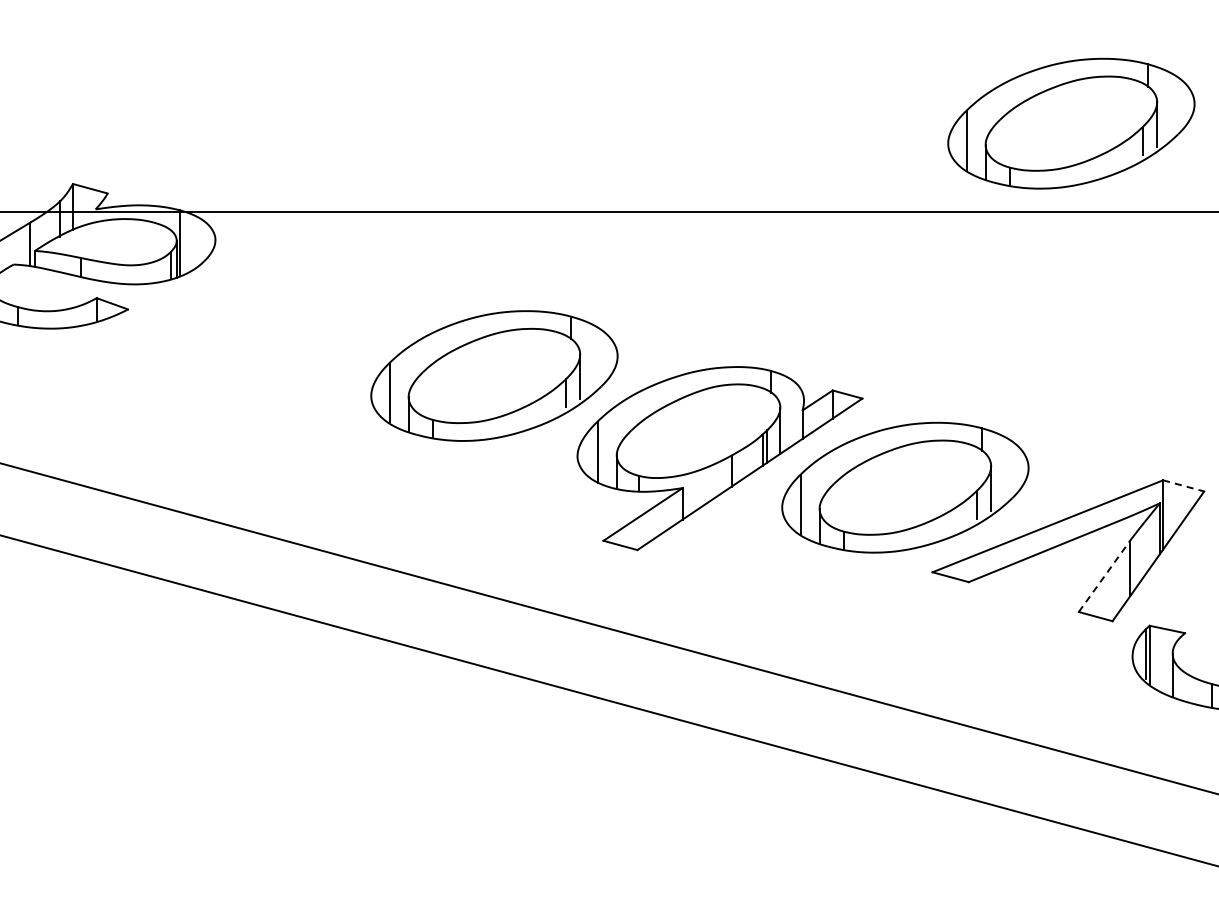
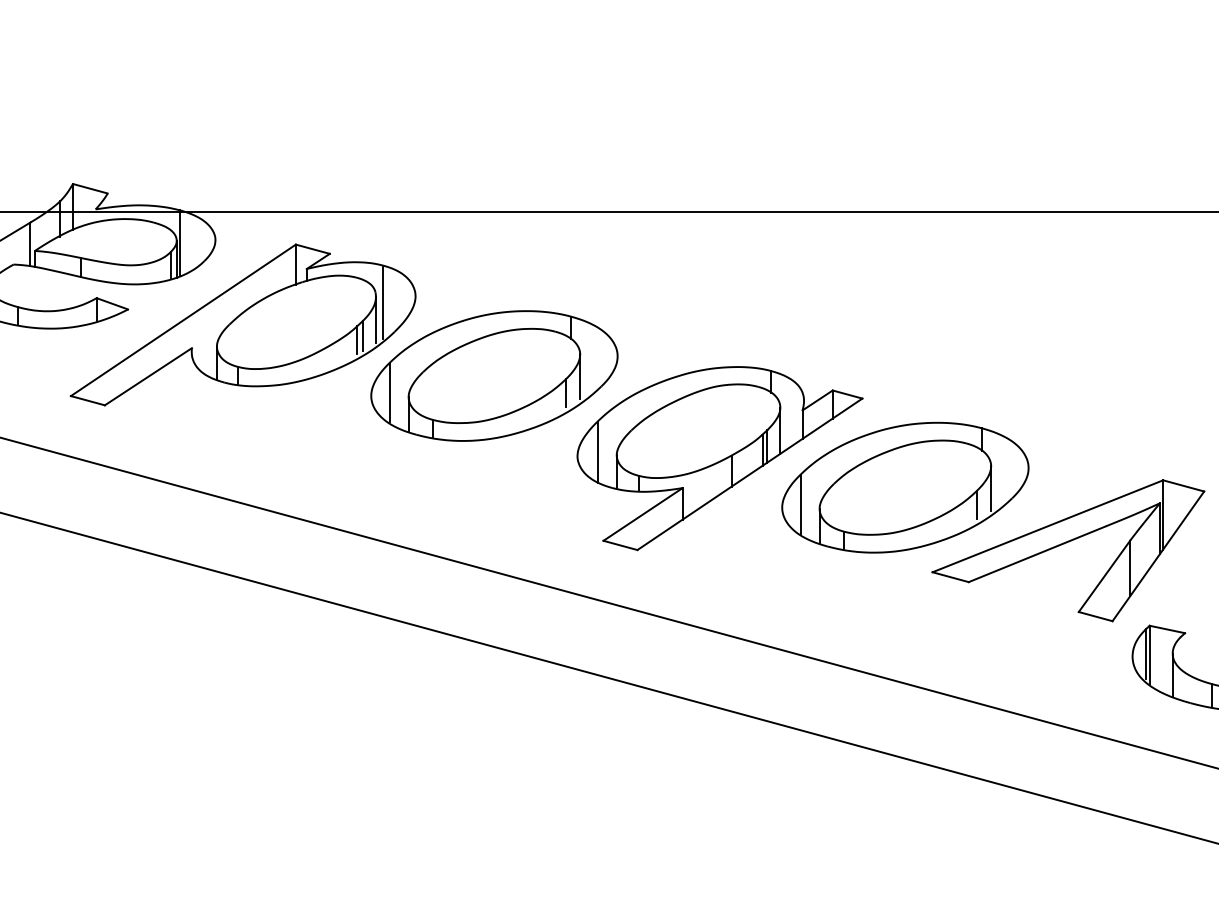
part at (1071, 123): present -> none
part at (242, 324): none -> present
line at (1184, 486): dashed -> solid
line at (1104, 576): dashed -> solid
line at (608, 628) position: (608, 628) -> (608, 602)
line at (608, 700) position: (608, 700) -> (608, 677)
